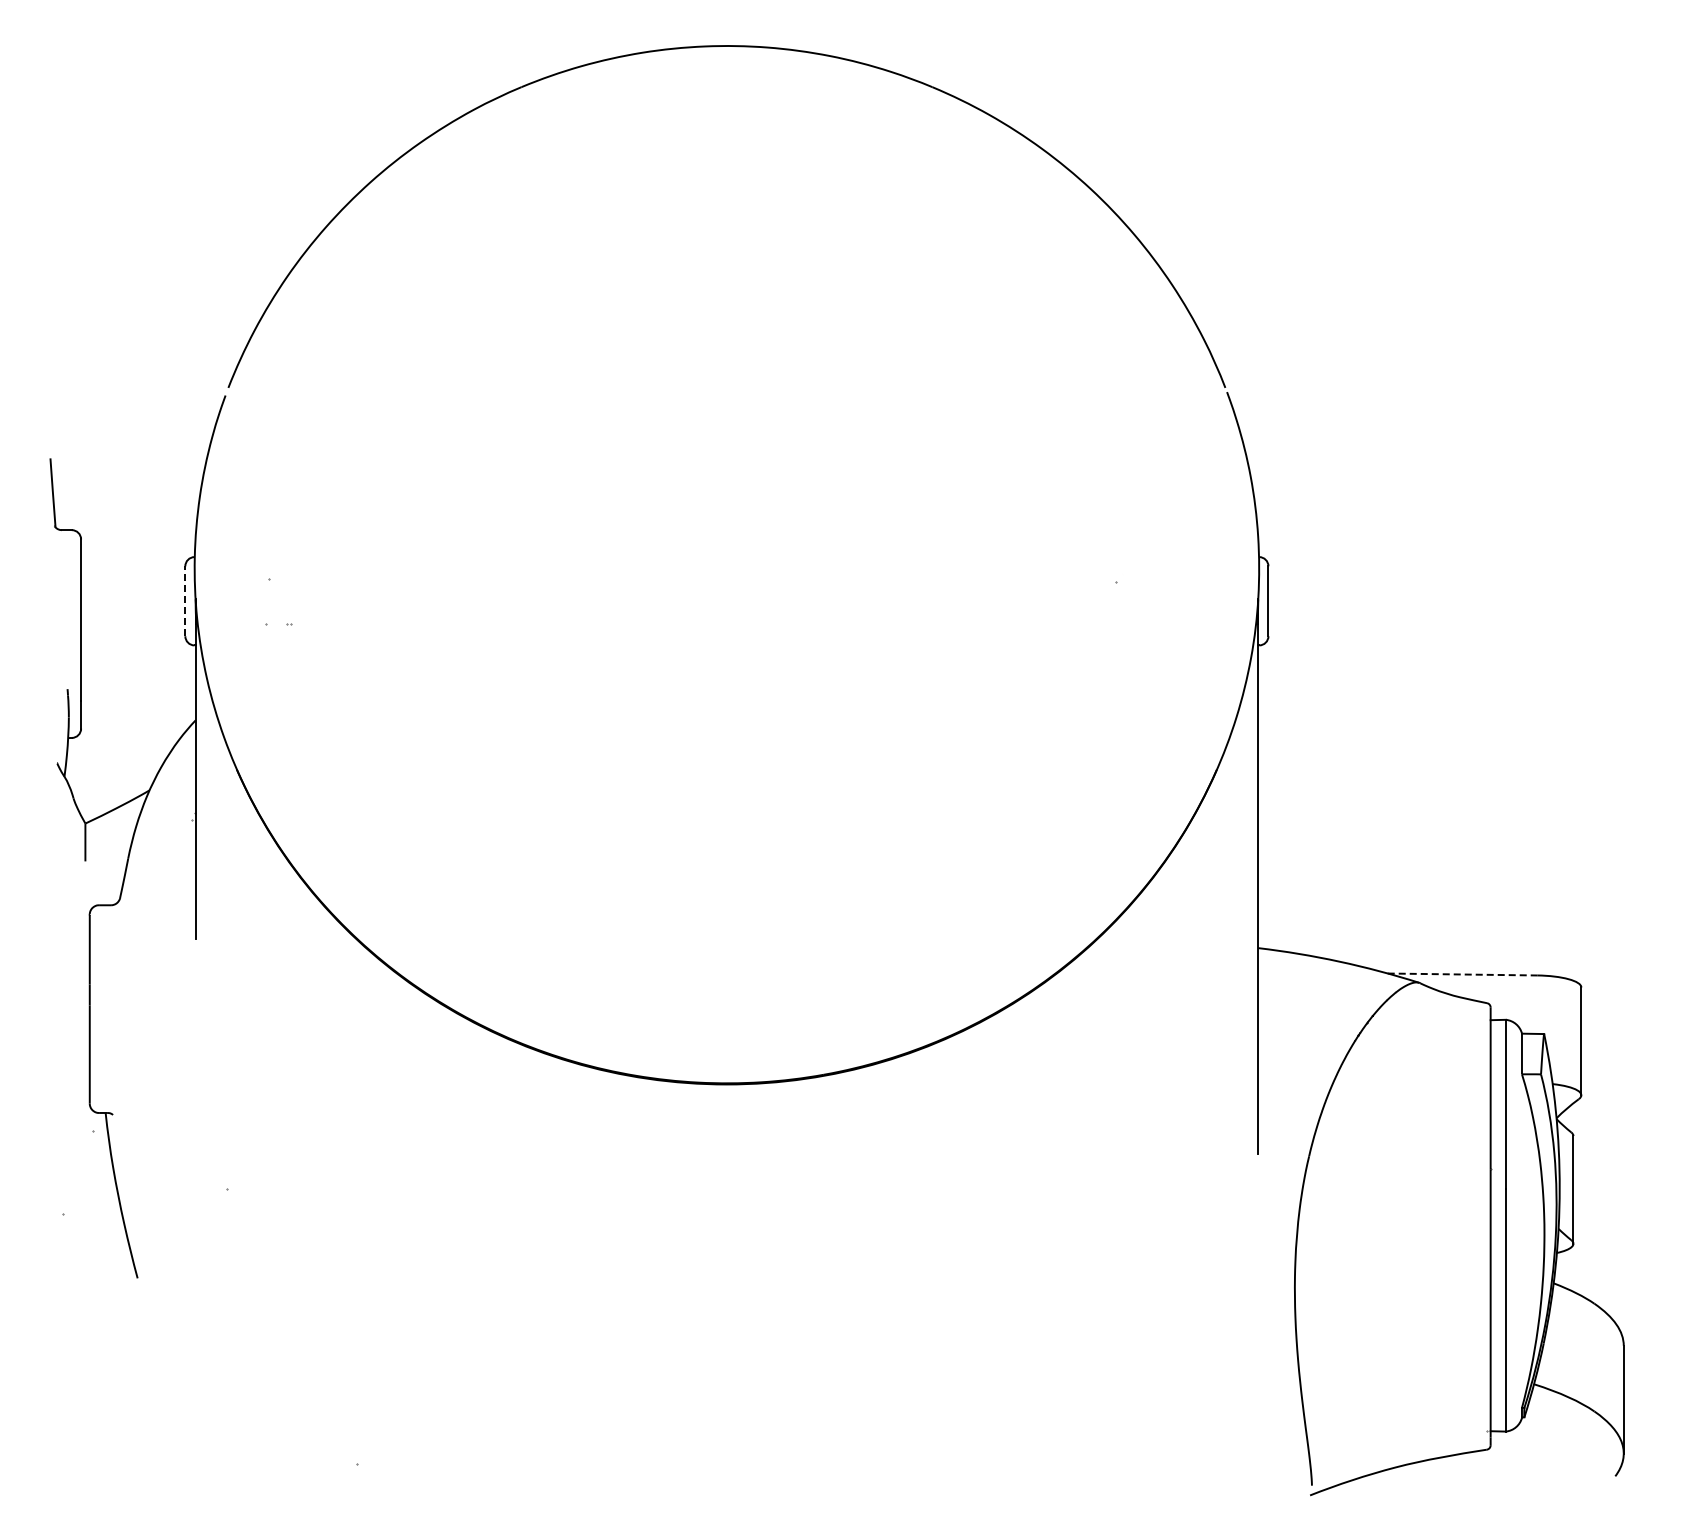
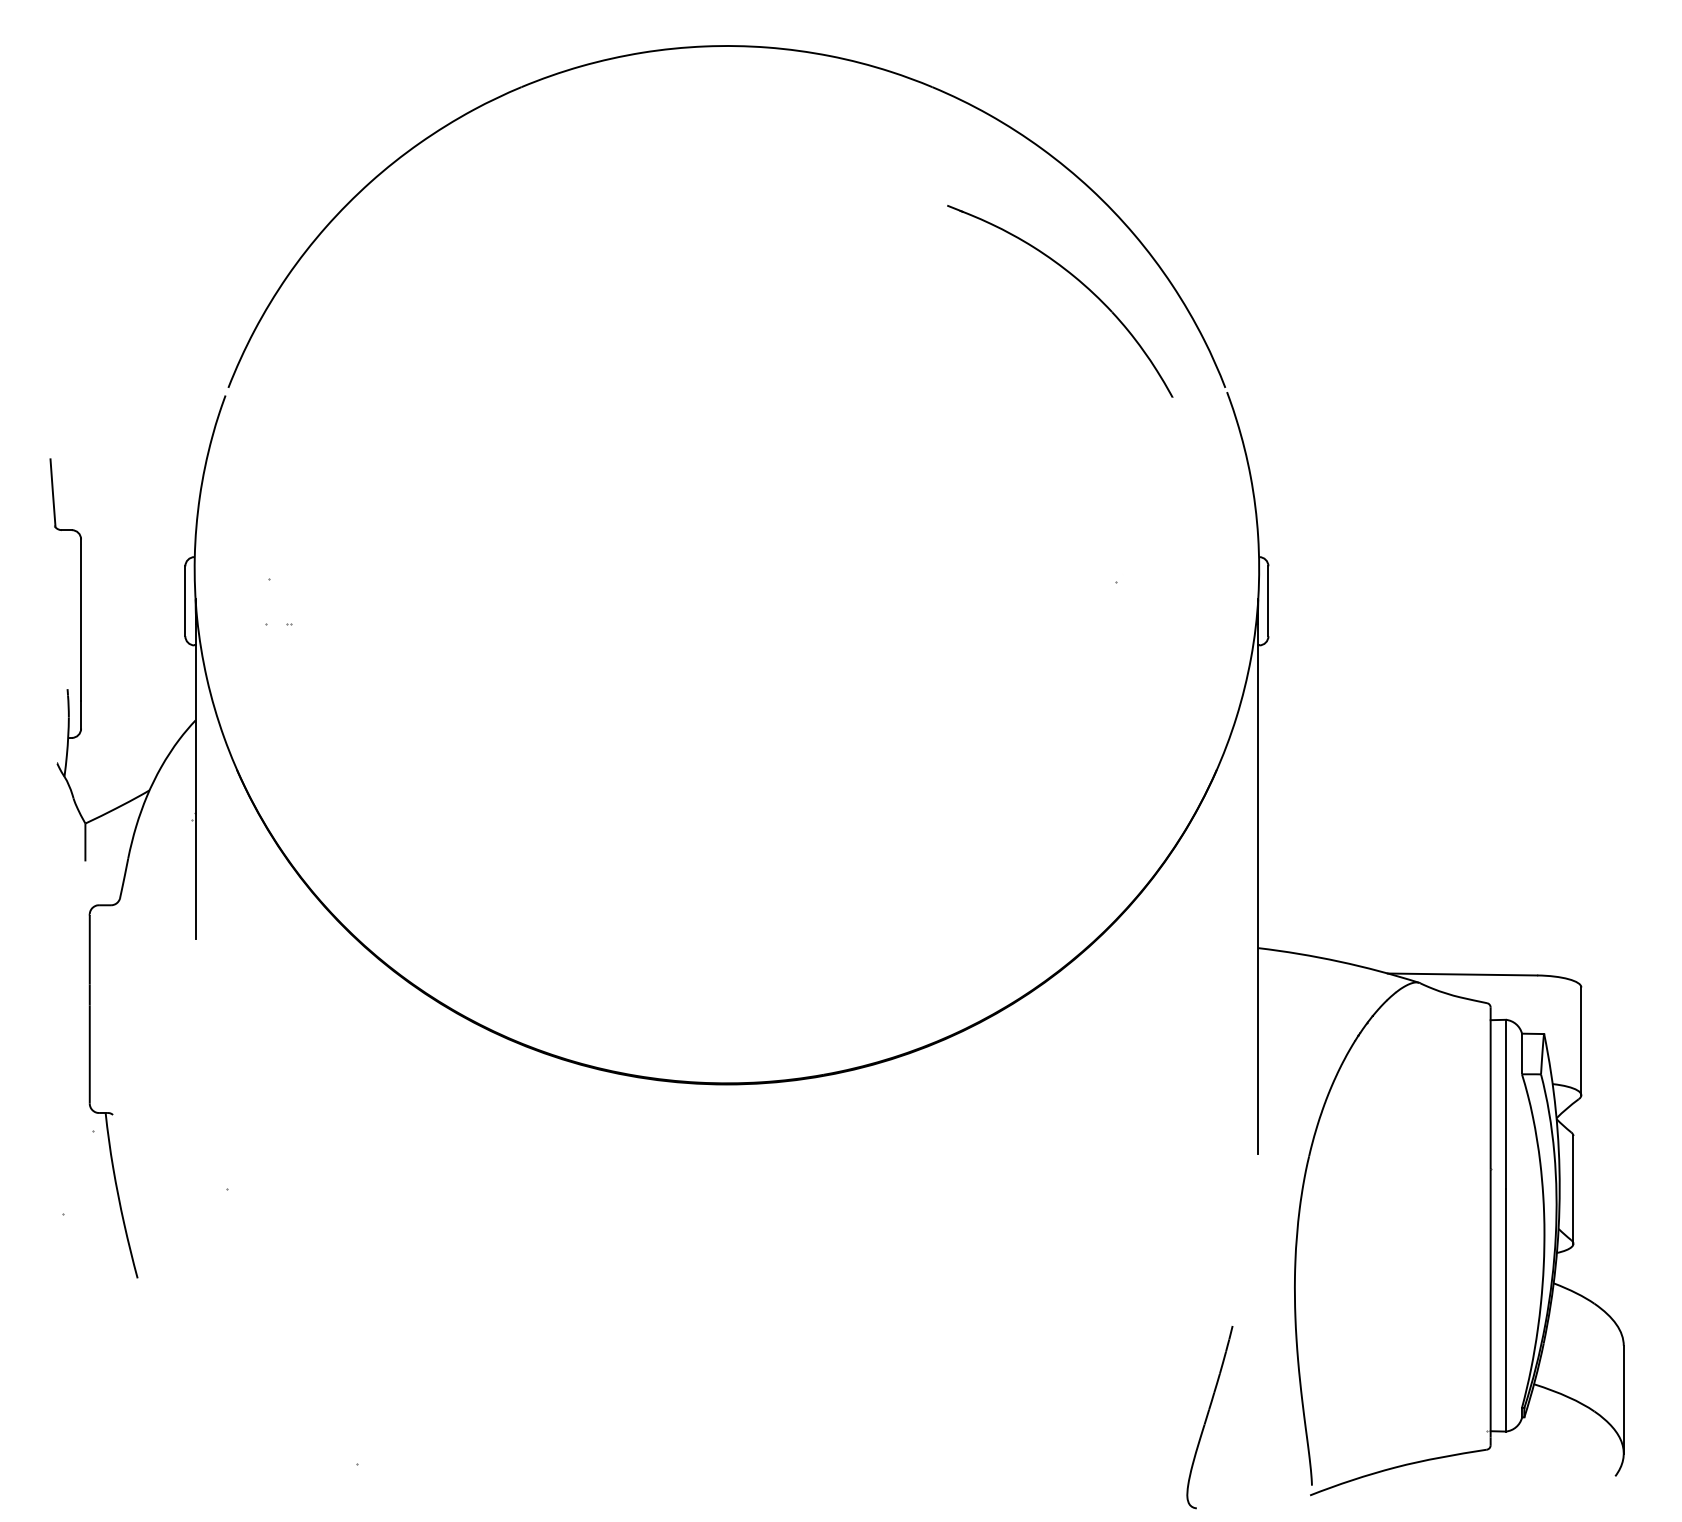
part at (1079, 282): none -> present
line at (185, 601): dashed -> solid
line at (1462, 974): dashed -> solid
part at (1209, 1417): none -> present
